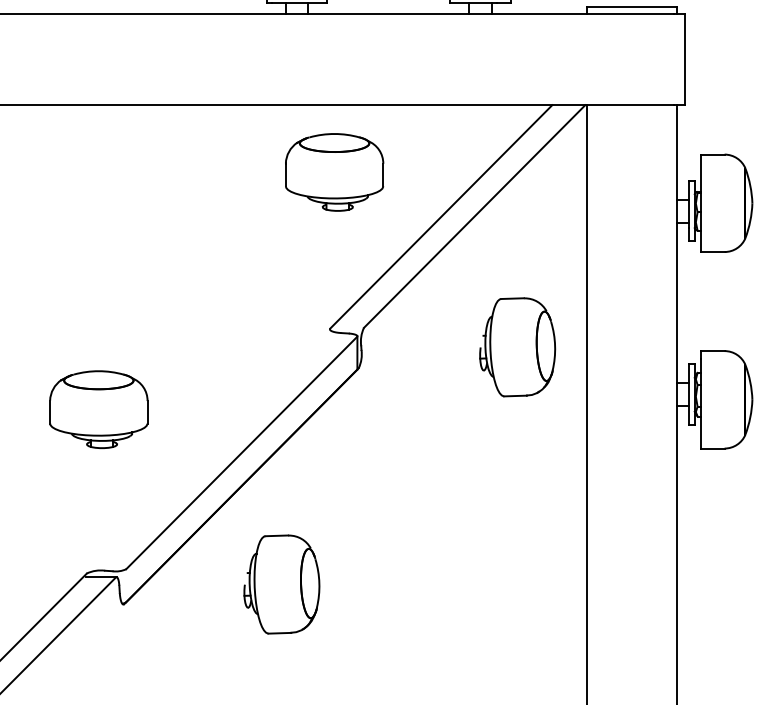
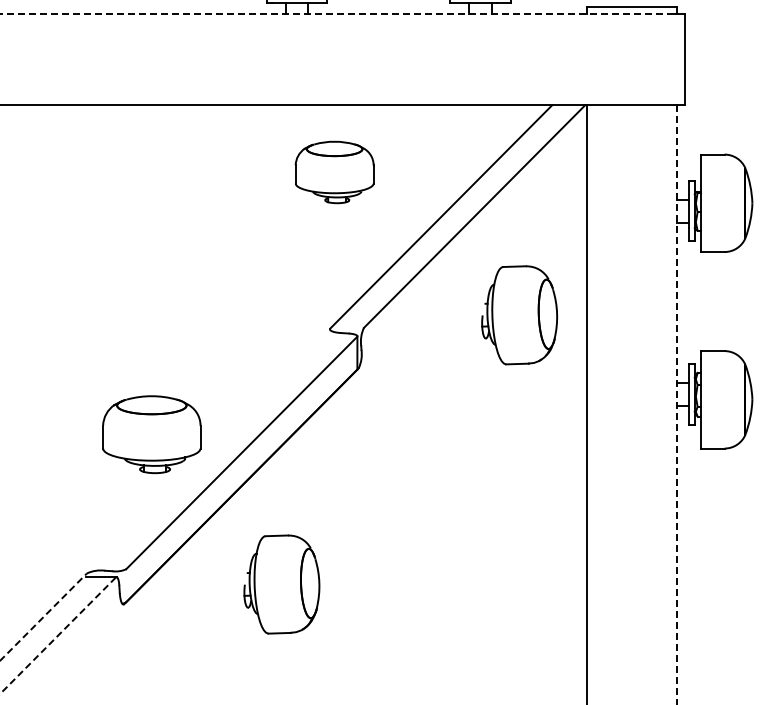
line at (336, 14): solid -> dashed
part at (334, 172) size: 100x79 px -> 81x65 px
part at (517, 347) position: (517, 347) -> (519, 315)
line at (677, 406): solid -> dashed
part at (98, 409) position: (98, 409) -> (151, 434)
line at (43, 616): solid -> dashed
line at (58, 635): solid -> dashed
